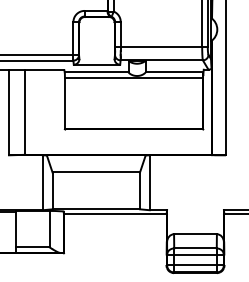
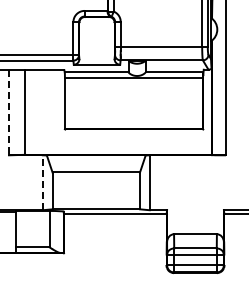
line at (9, 112): solid -> dashed
line at (42, 182): solid -> dashed
